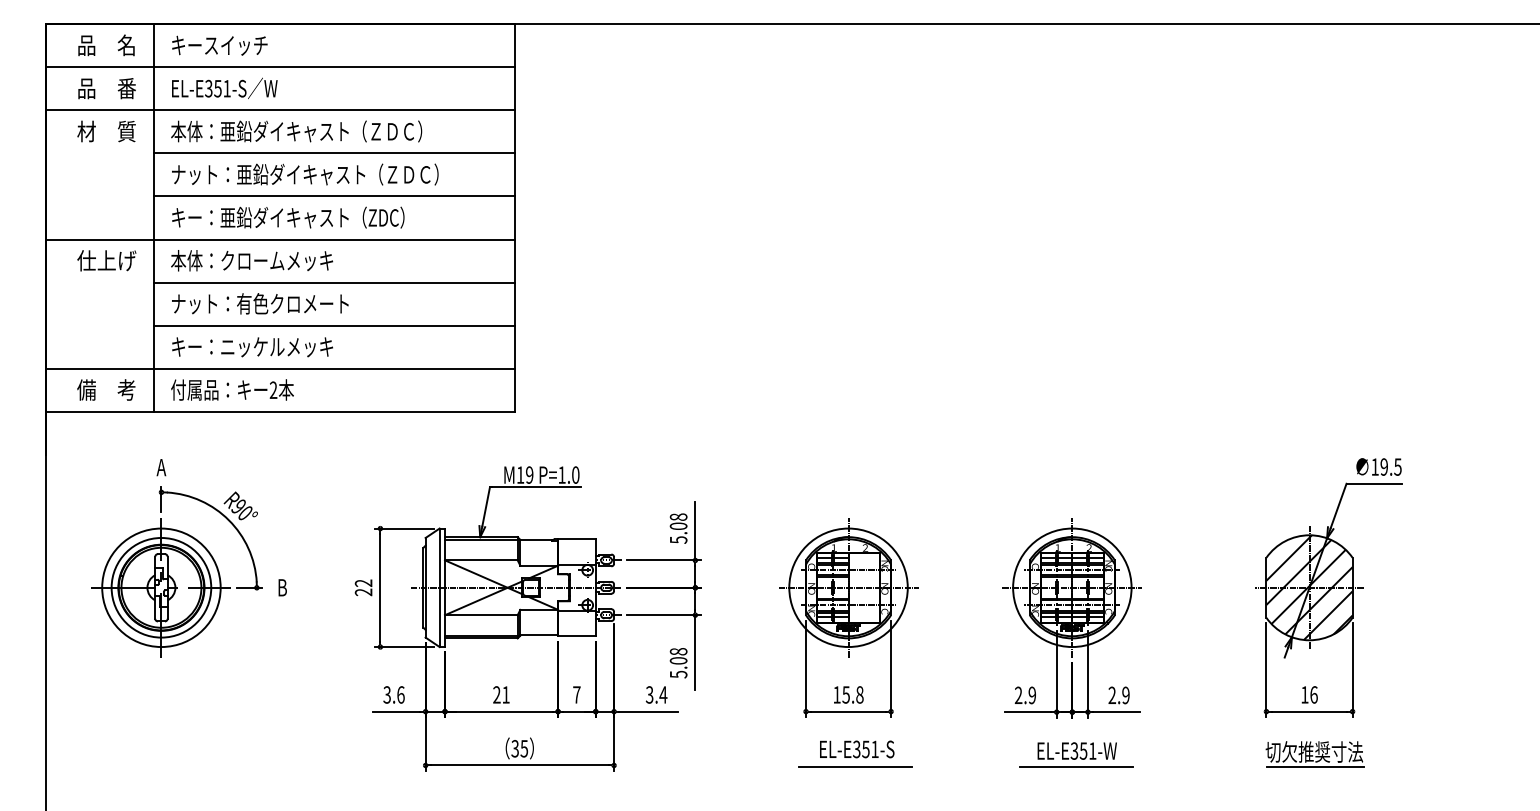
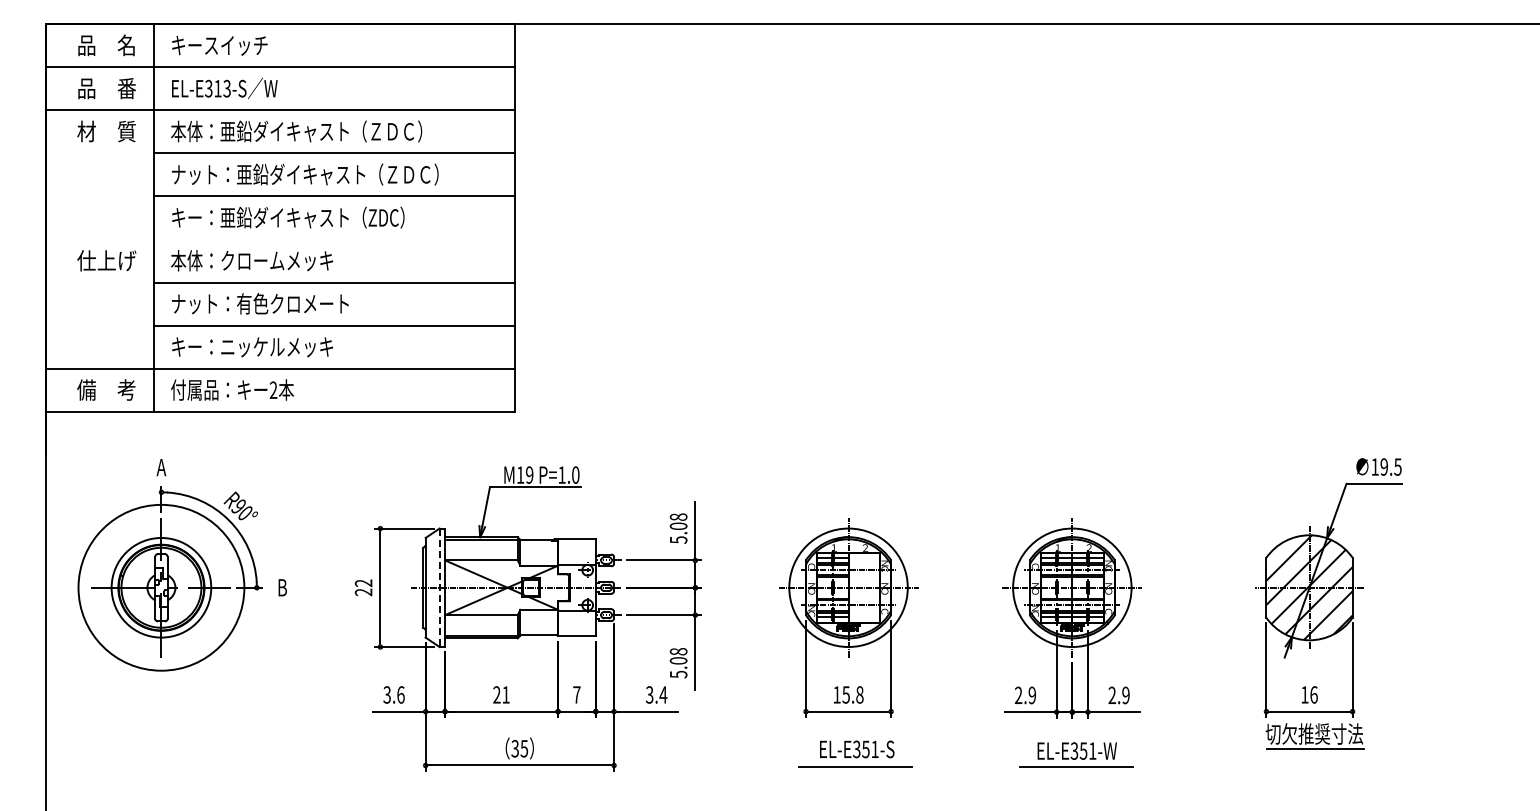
text at (222, 88): EL-E351-S -> EL-E313-S
line at (280, 239): present -> none
circle at (161, 587) diameter: 118 px -> 166 px
line at (439, 588): solid -> dashed
part at (1314, 754) position: (1314, 754) -> (1314, 736)
